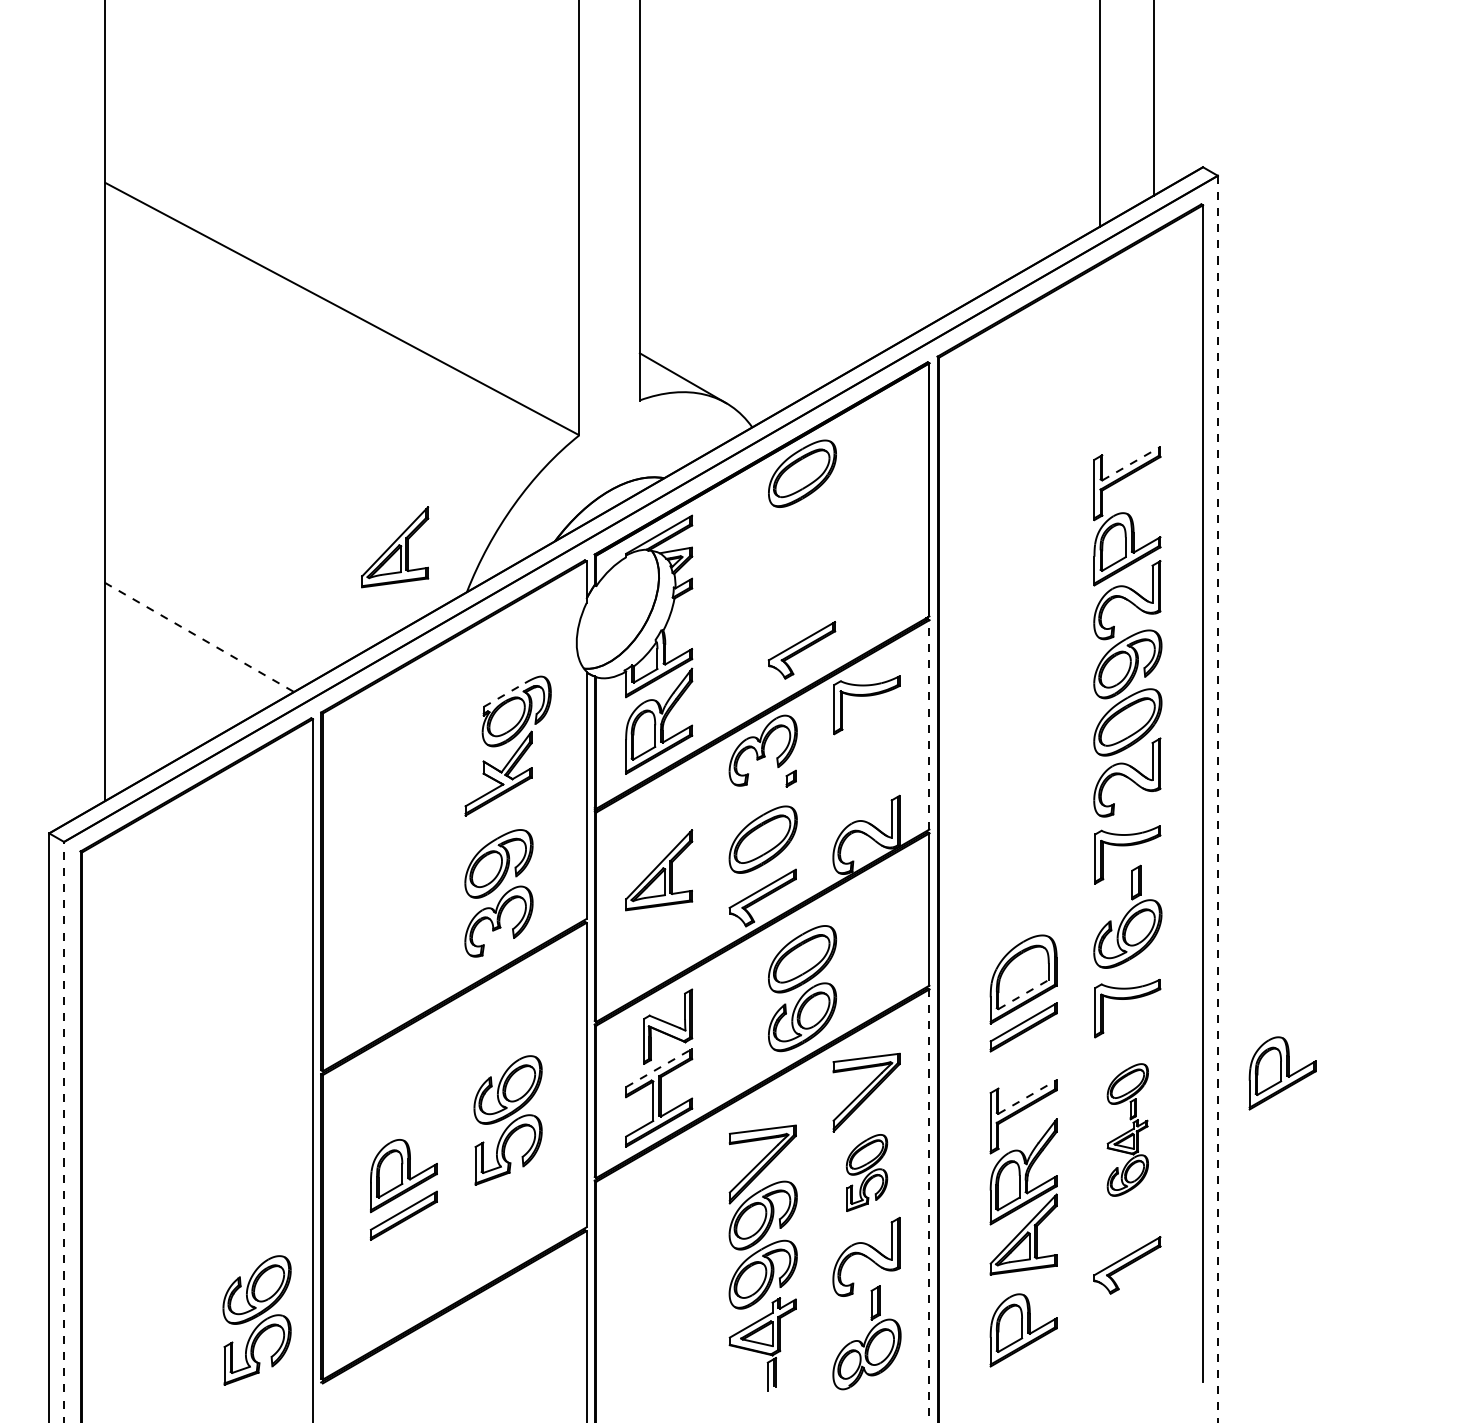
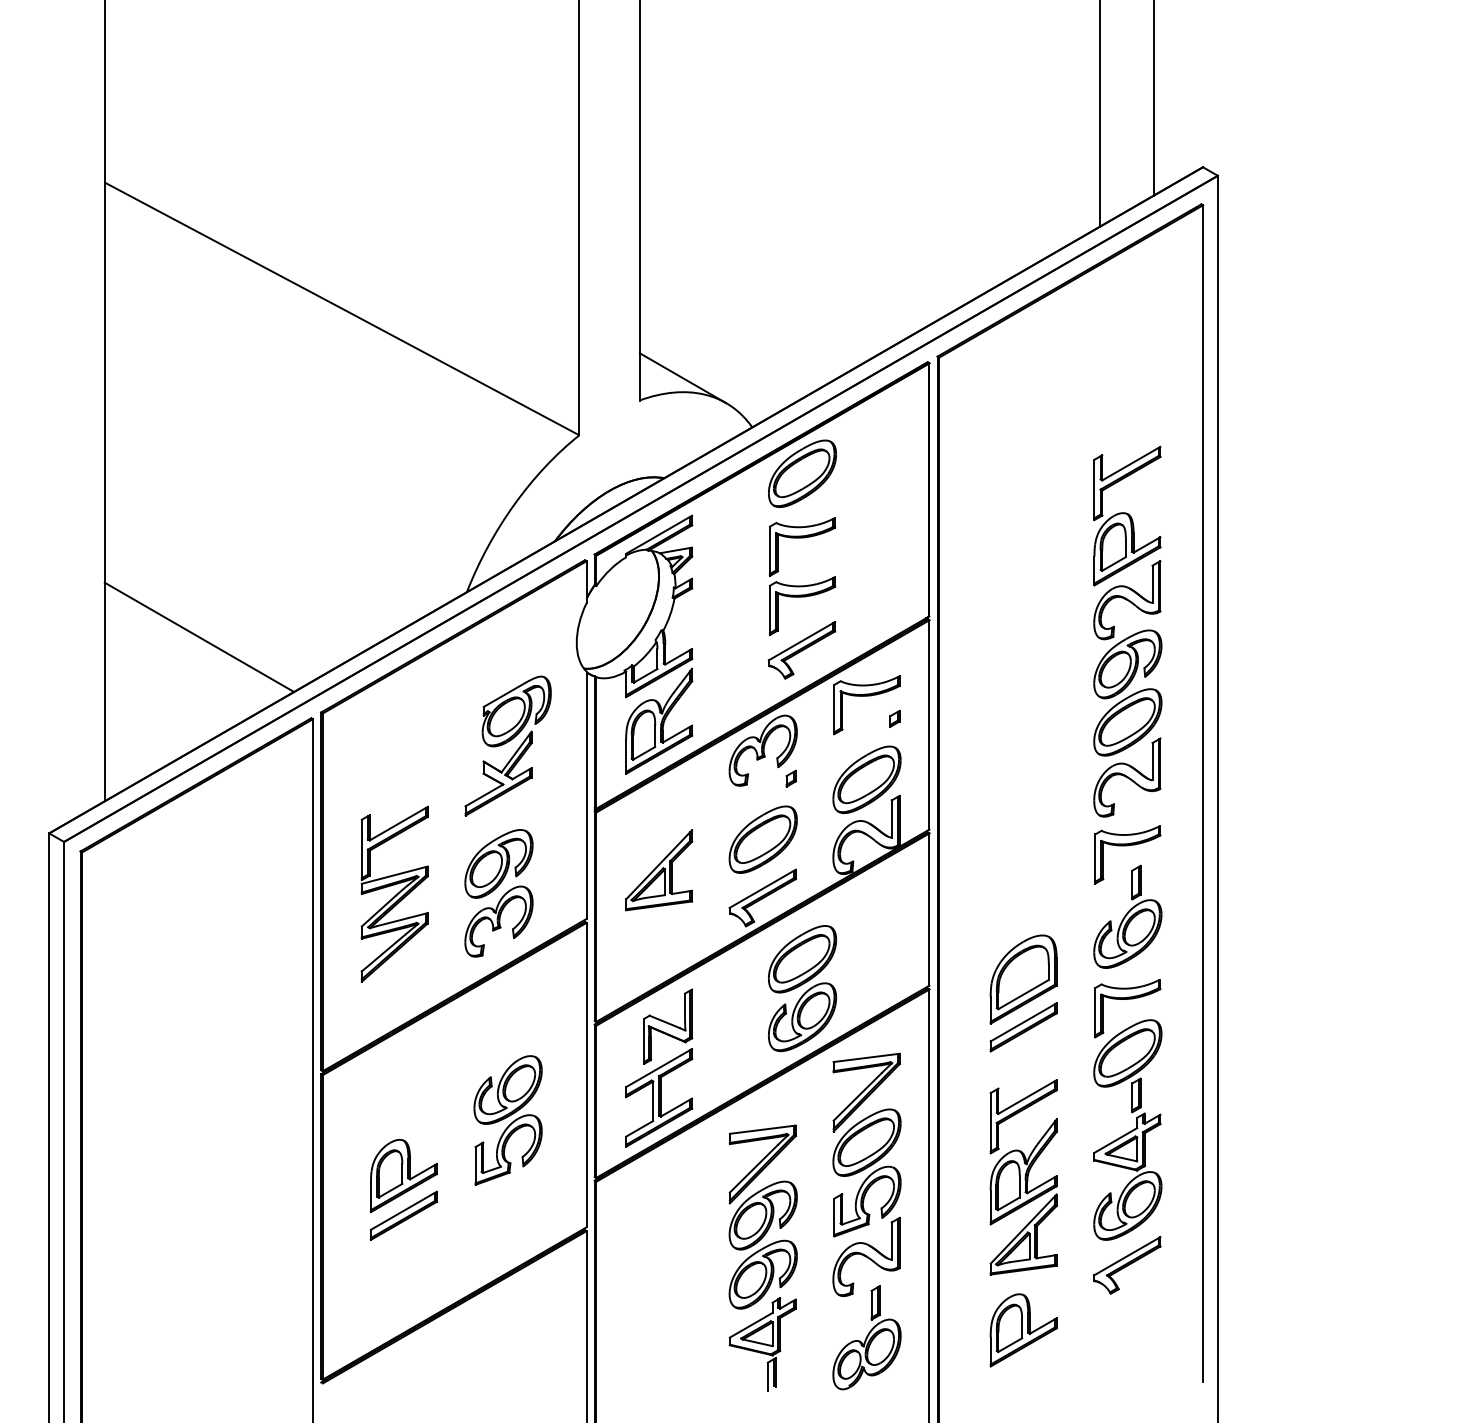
line at (1131, 463): dashed -> solid
part at (395, 547): present -> none
part at (802, 585): none -> present
line at (199, 637): dashed -> solid
line at (504, 695): dashed -> solid
part at (894, 718): none -> present
line at (929, 724): dashed -> solid
part at (866, 779): none -> present
line at (1217, 799): dashed -> solid
part at (394, 894): none -> present
line at (1024, 994): dashed -> solid
line at (659, 1067): dashed -> solid
part at (1282, 1073): present -> none
line at (1027, 1097): dashed -> solid
part at (1127, 1129) size: 43x134 px -> 70x222 px
line at (64, 1131): dashed -> solid
part at (866, 1172) size: 44x78 px -> 70x130 px
line at (929, 1206): dashed -> solid
part at (256, 1320): present -> none
